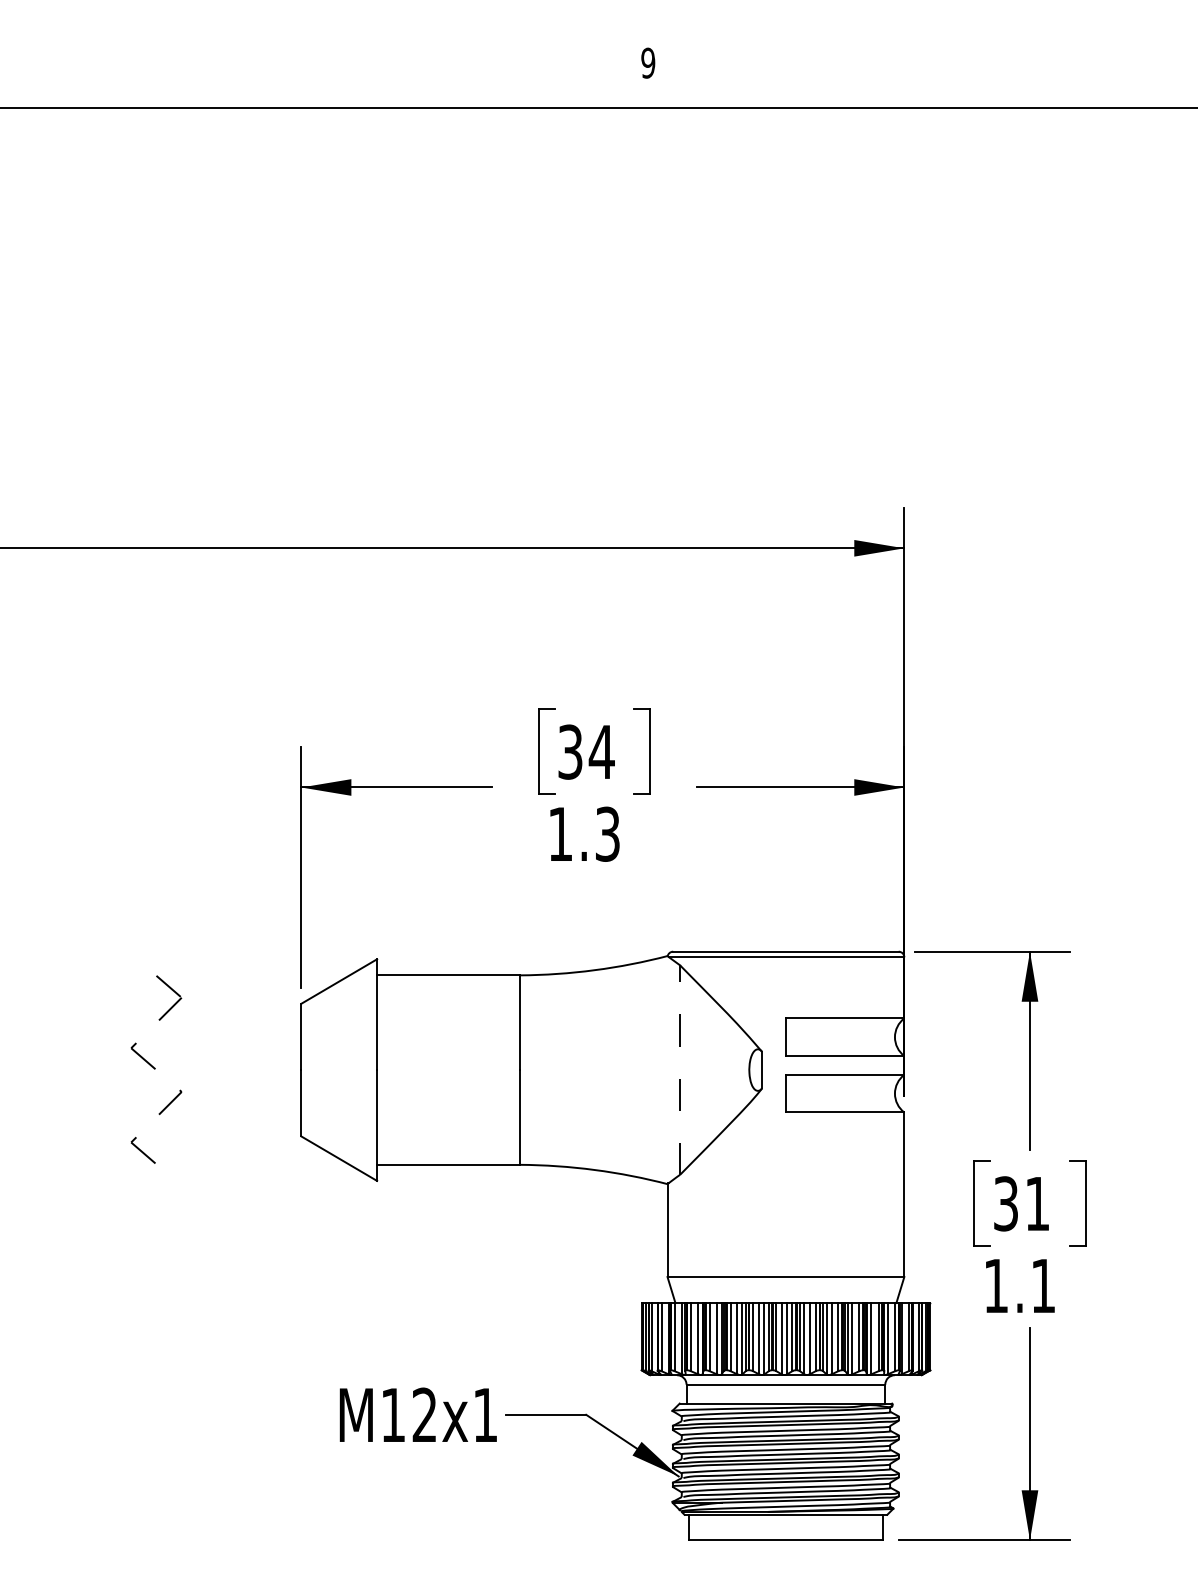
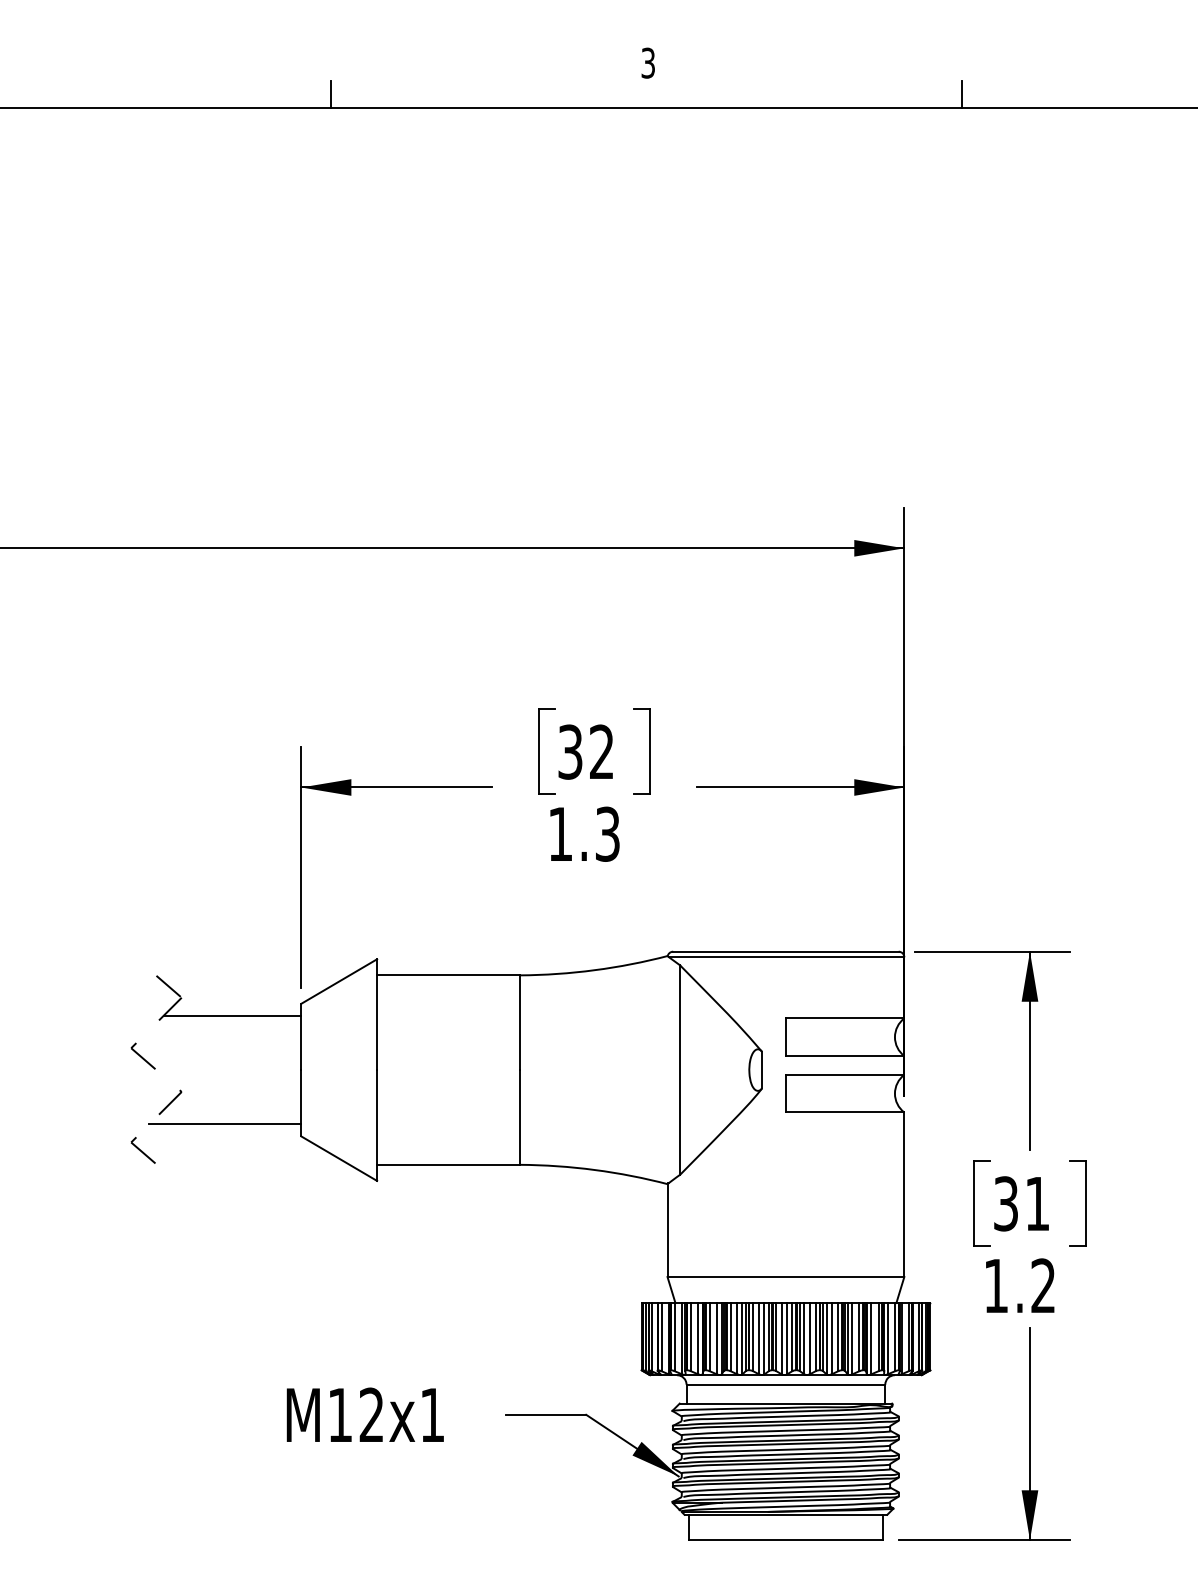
text at (648, 62): 9 -> 3
line at (330, 94): none -> present
line at (962, 94): none -> present
text at (601, 751): 34 -> 32
line at (232, 1015): none -> present
line at (680, 1070): dashed -> solid
line at (225, 1124): none -> present
text at (1042, 1285): 1.1 -> 1.2
text at (417, 1414) position: (417, 1414) -> (364, 1414)
